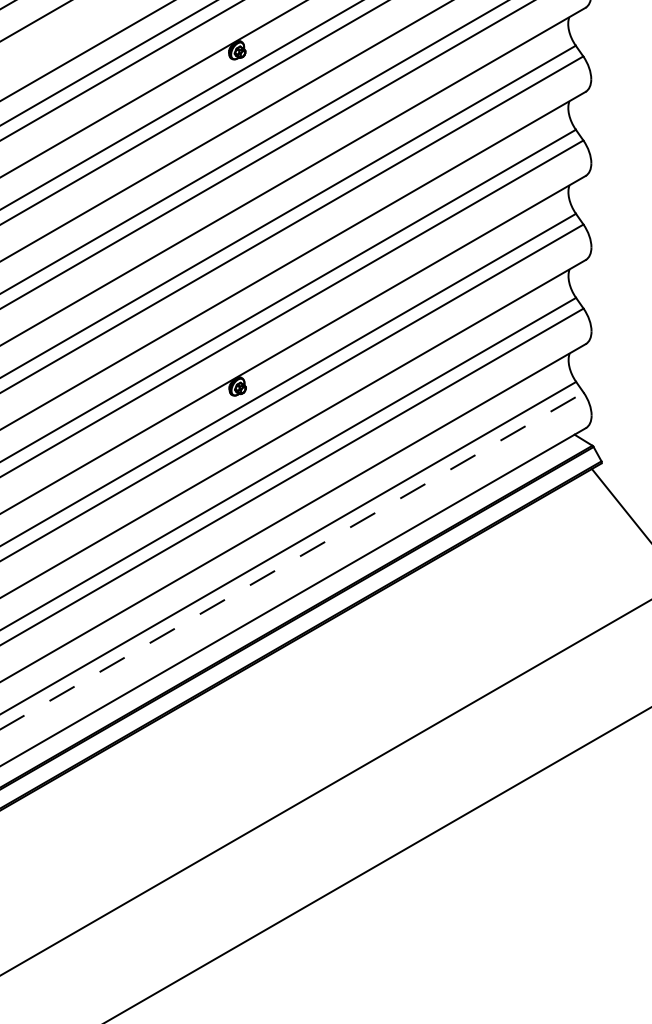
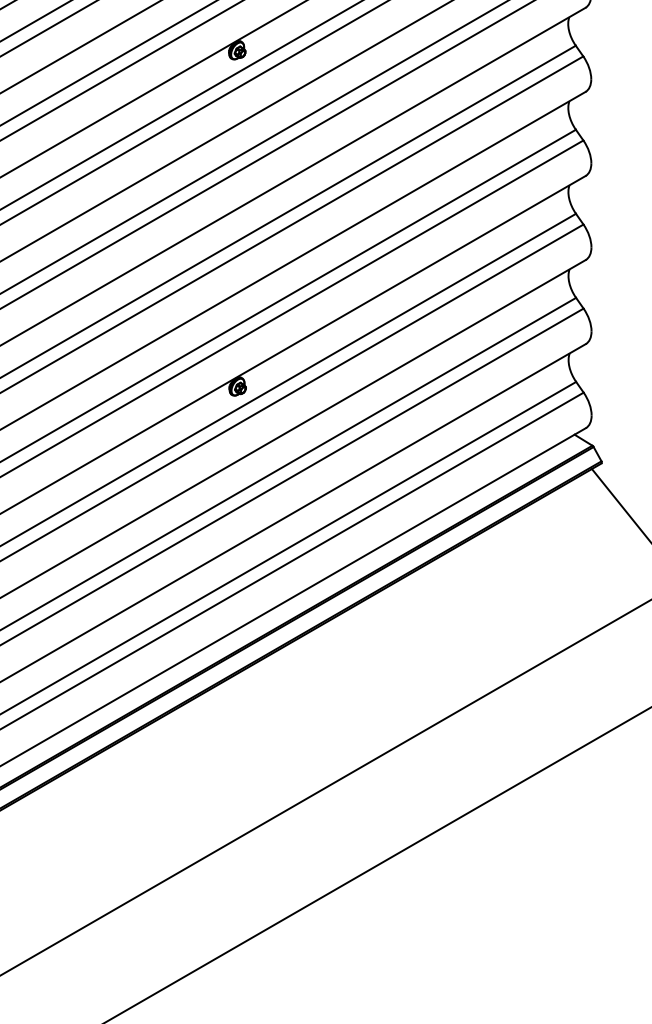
line at (48, 28): none -> present
line at (86, 50) position: (86, 50) -> (80, 47)
line at (291, 561): dashed -> solid
